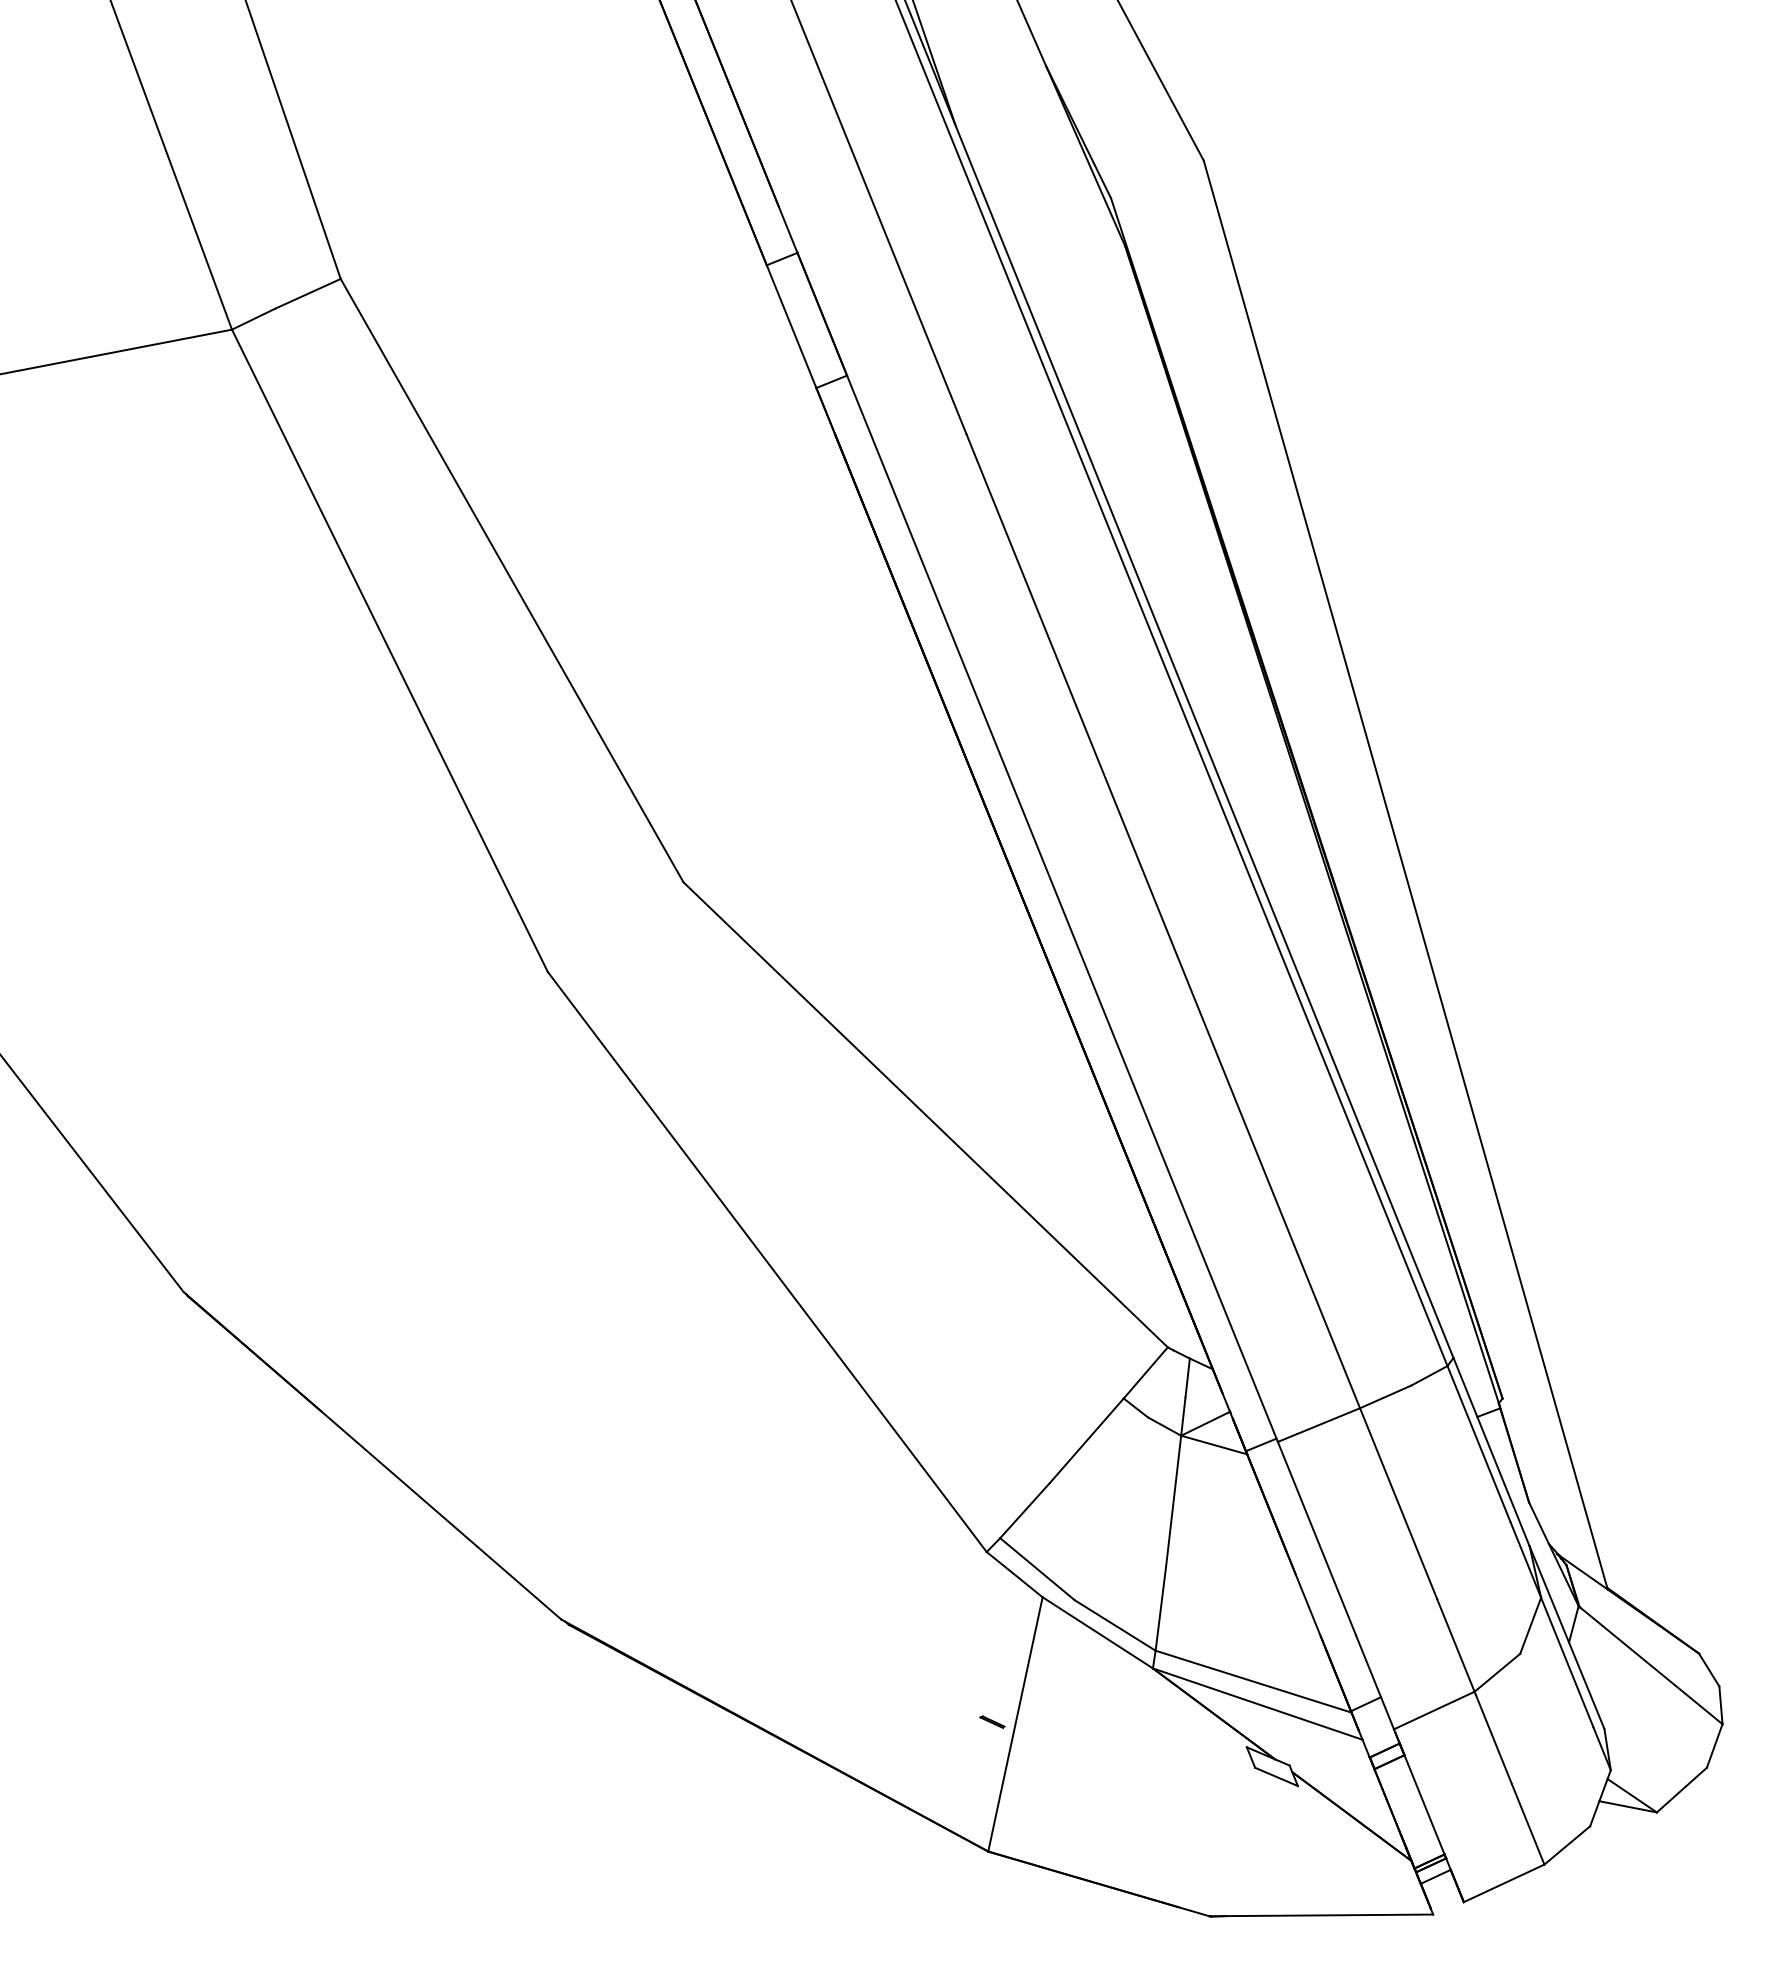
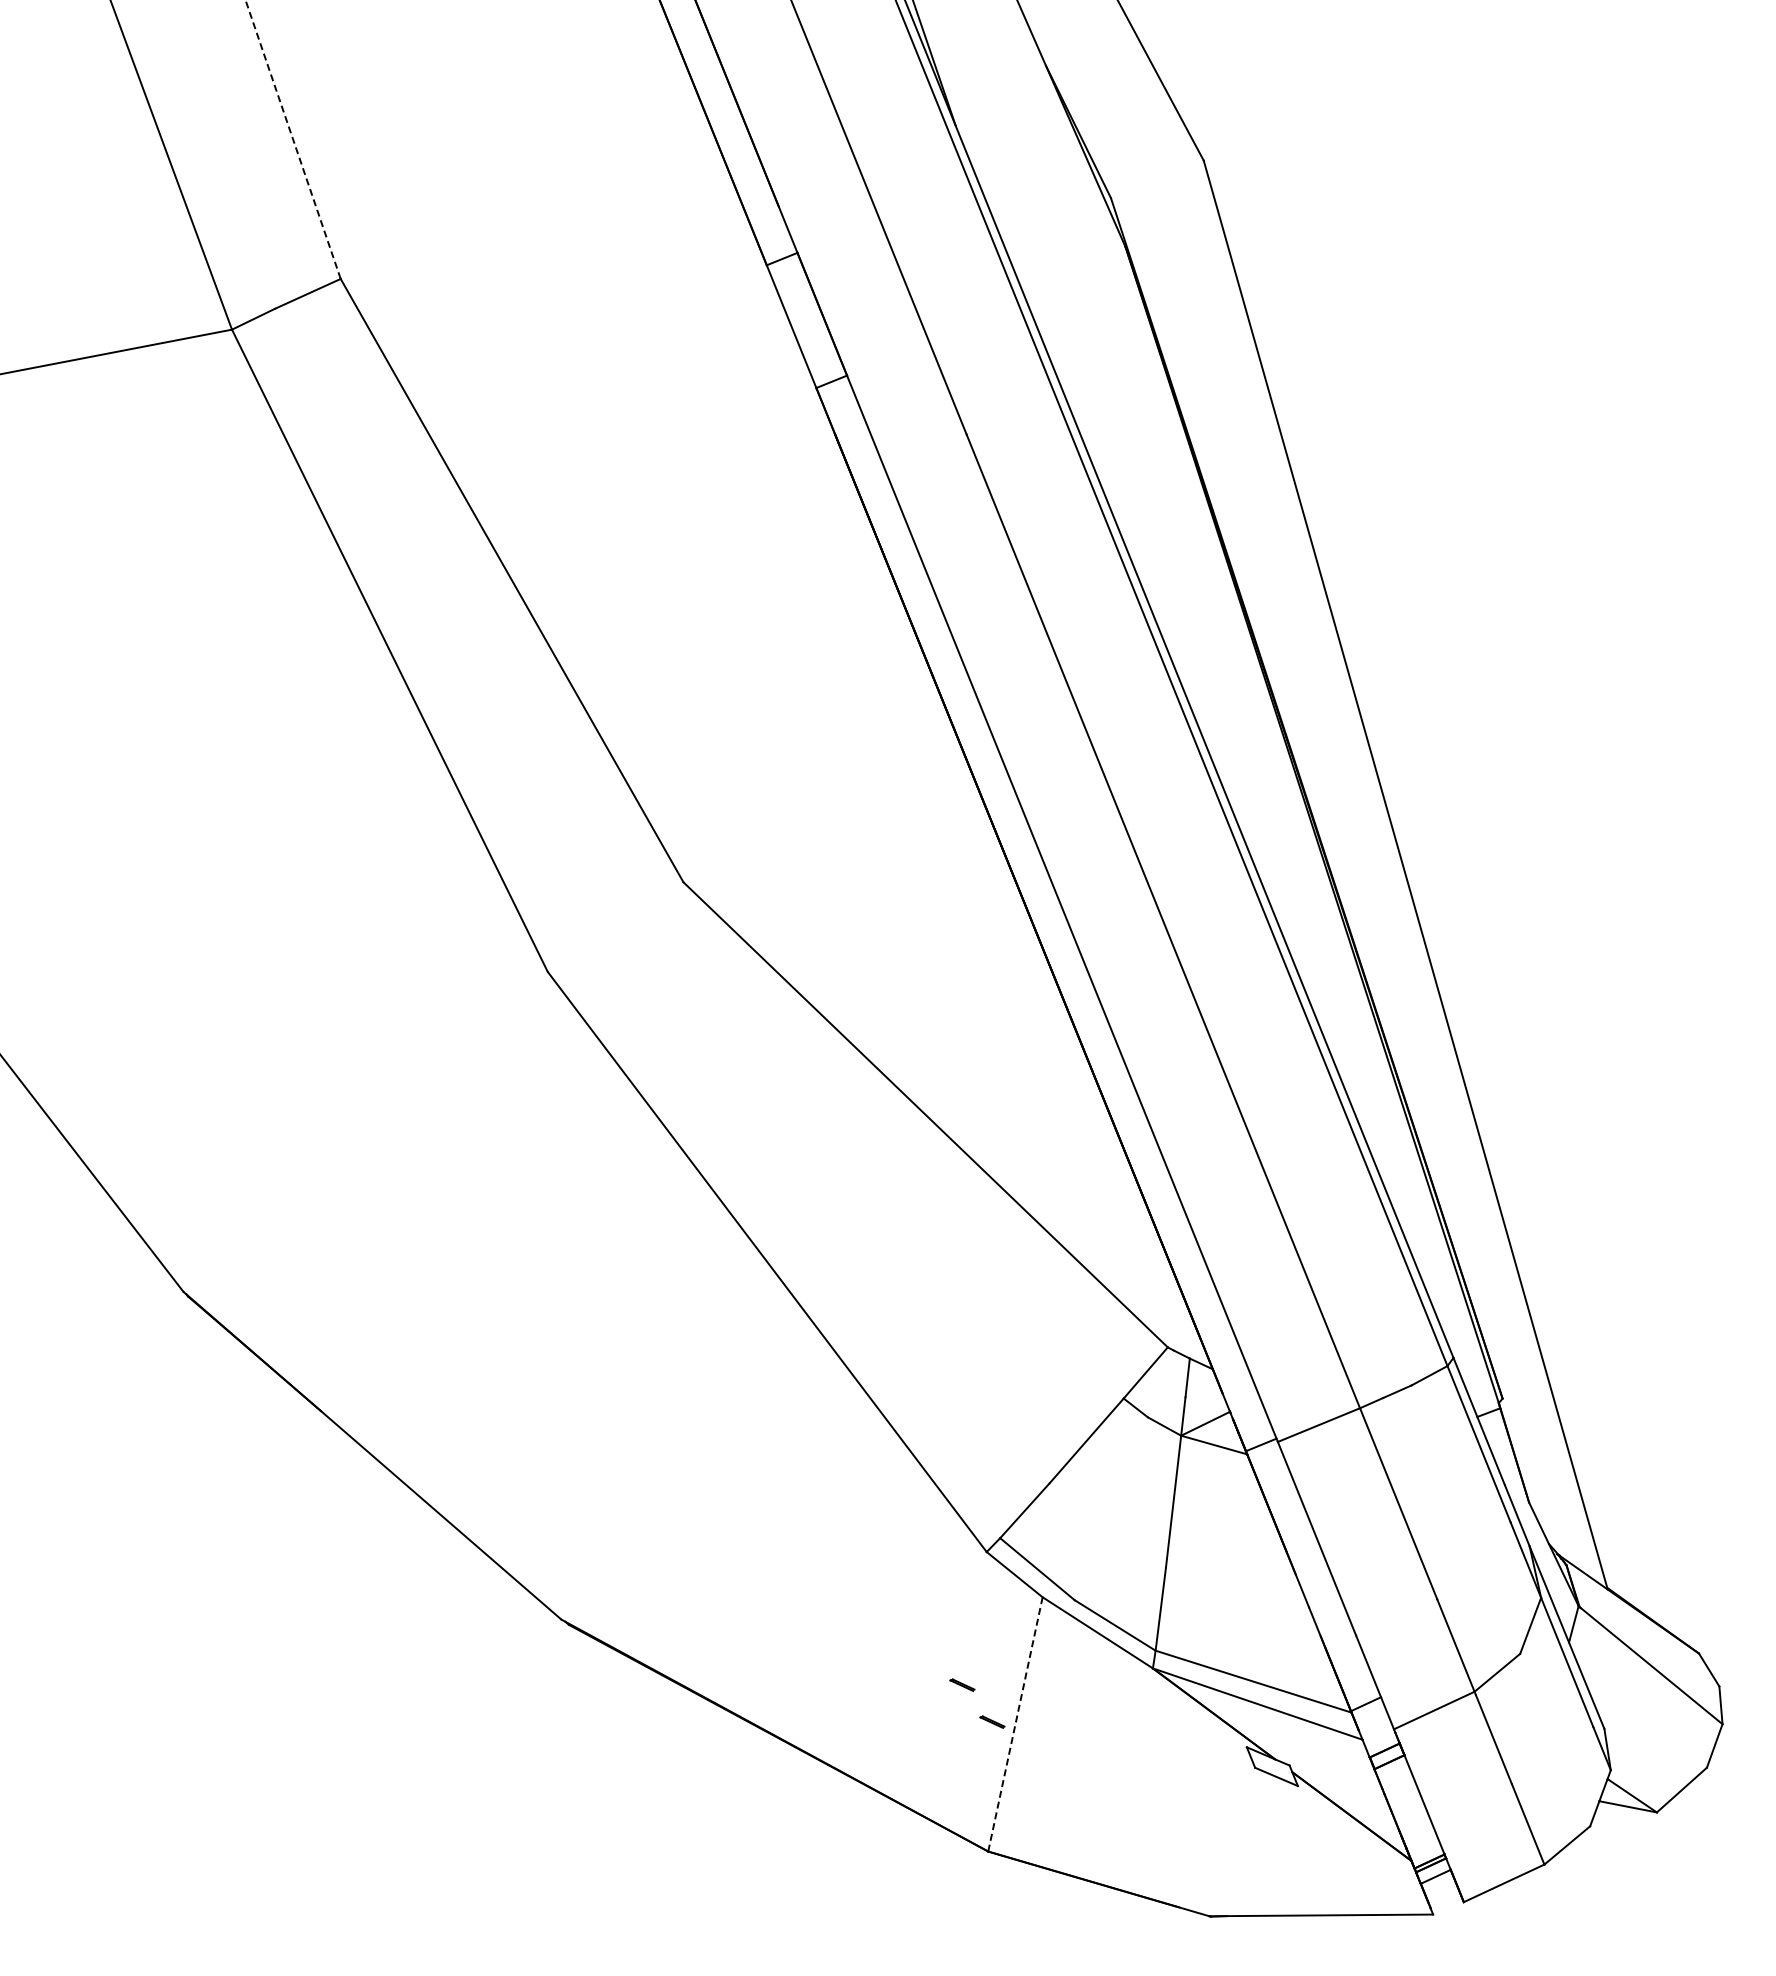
line at (293, 139): solid -> dashed
part at (962, 1684): none -> present
line at (1015, 1724): solid -> dashed
